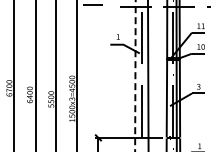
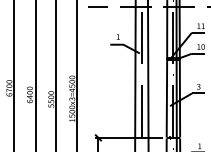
line at (92, 4) position: (92, 4) -> (97, 6)
line at (135, 76): dashed -> solid
